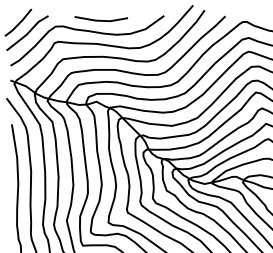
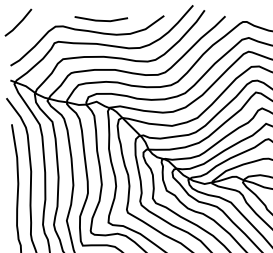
line at (27, 33): present -> none
